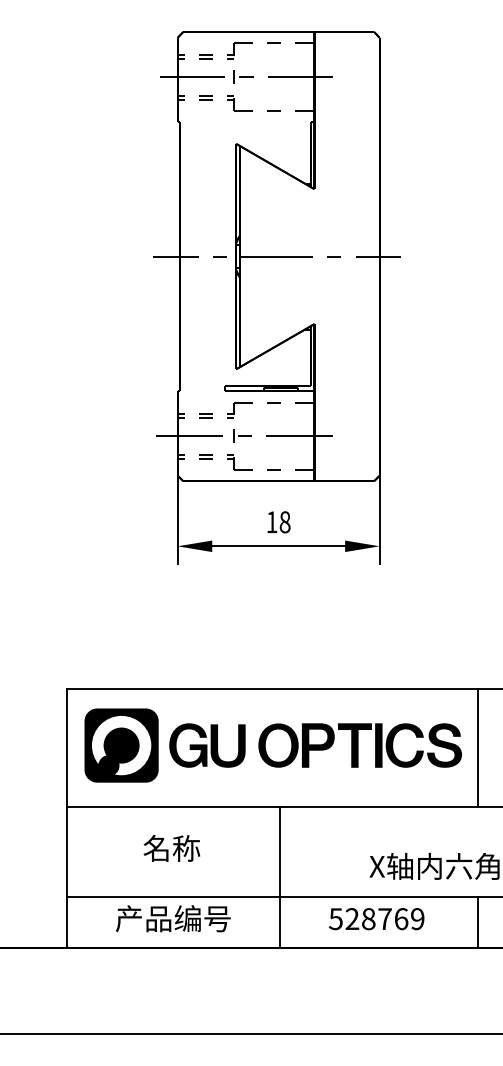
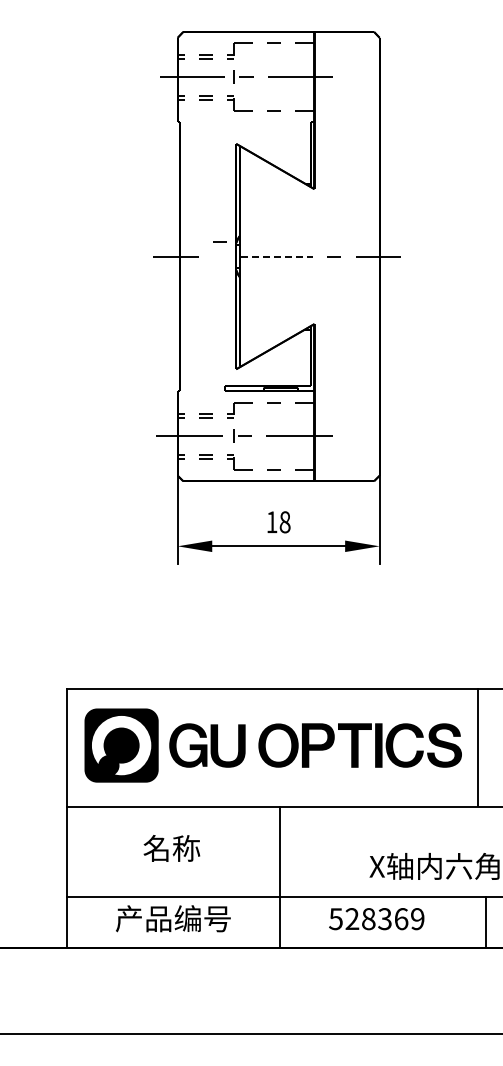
line at (219, 256) position: (219, 256) -> (219, 241)
line at (277, 256): solid -> dashed
text at (384, 919): 528769 -> 528369
line at (477, 922) position: (477, 922) -> (485, 922)
